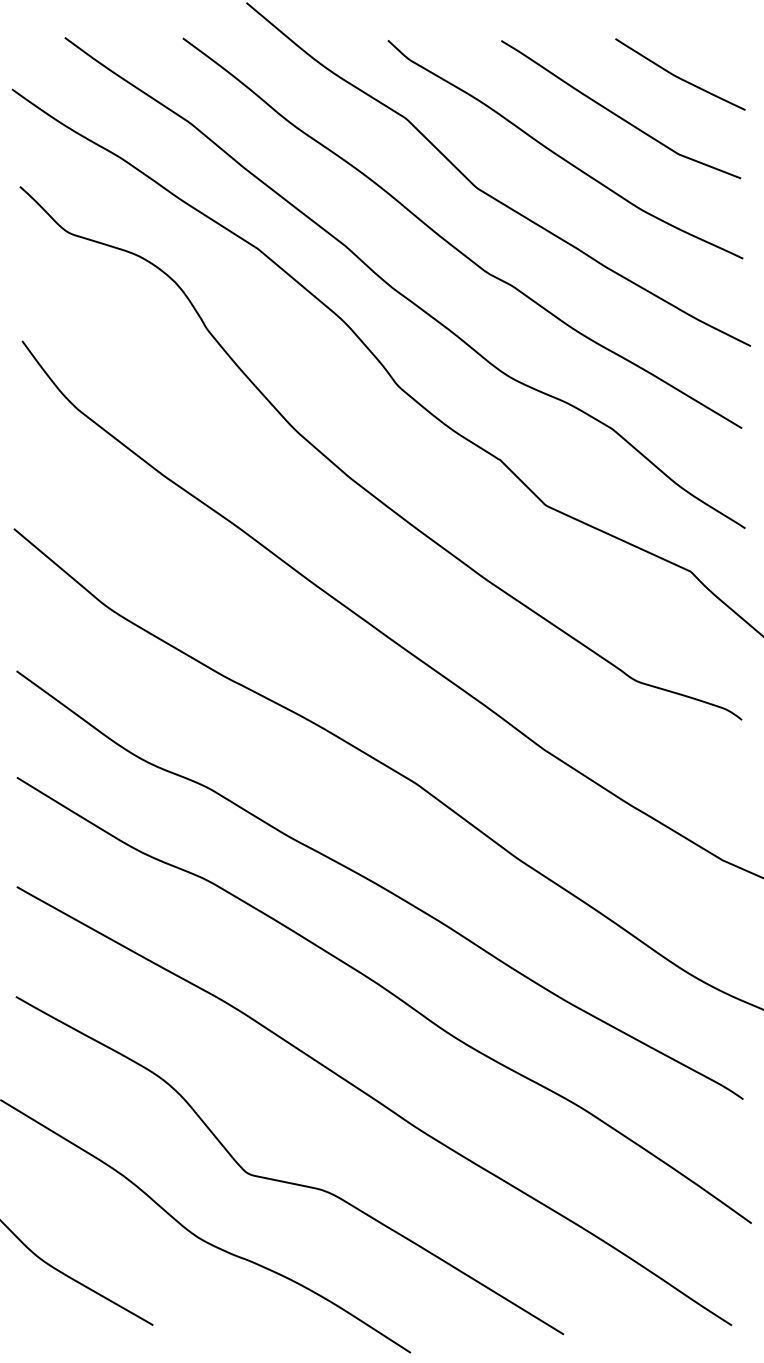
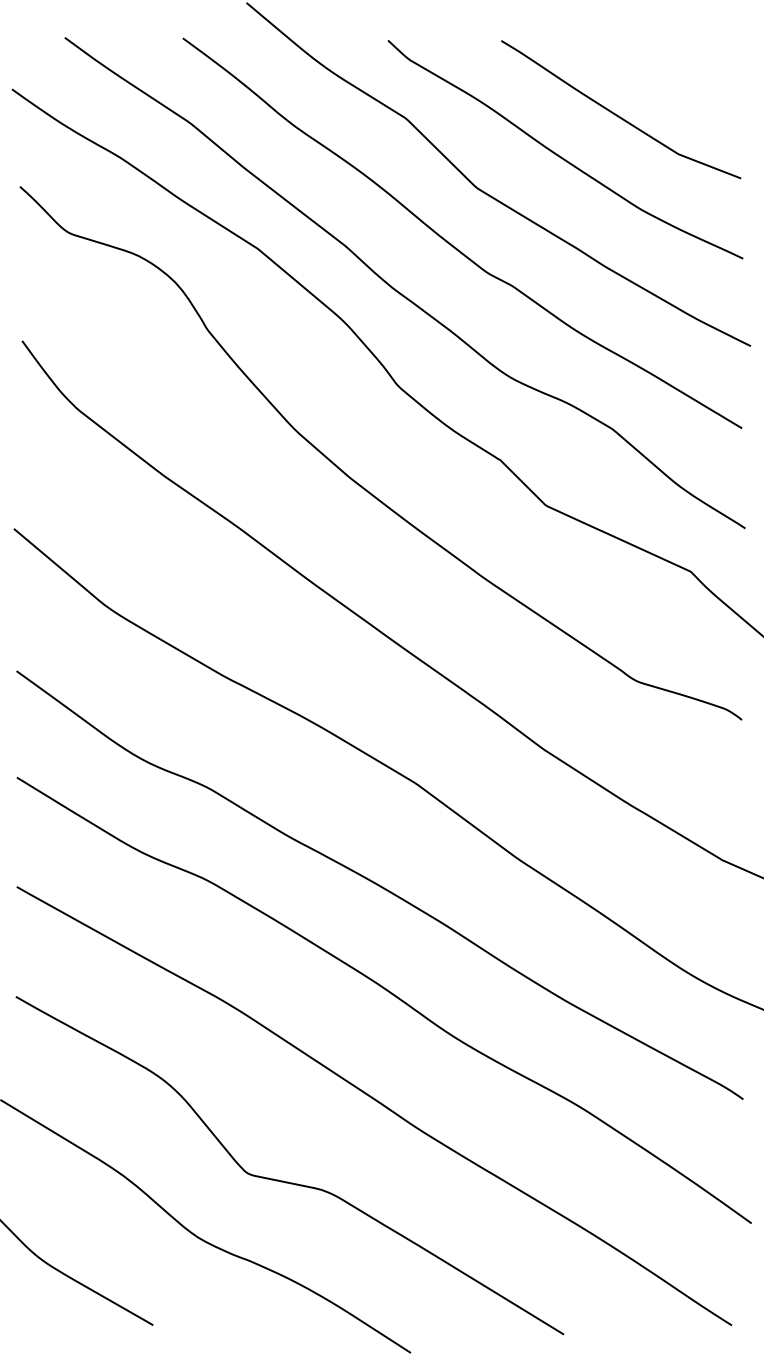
curve at (678, 76): present -> none
